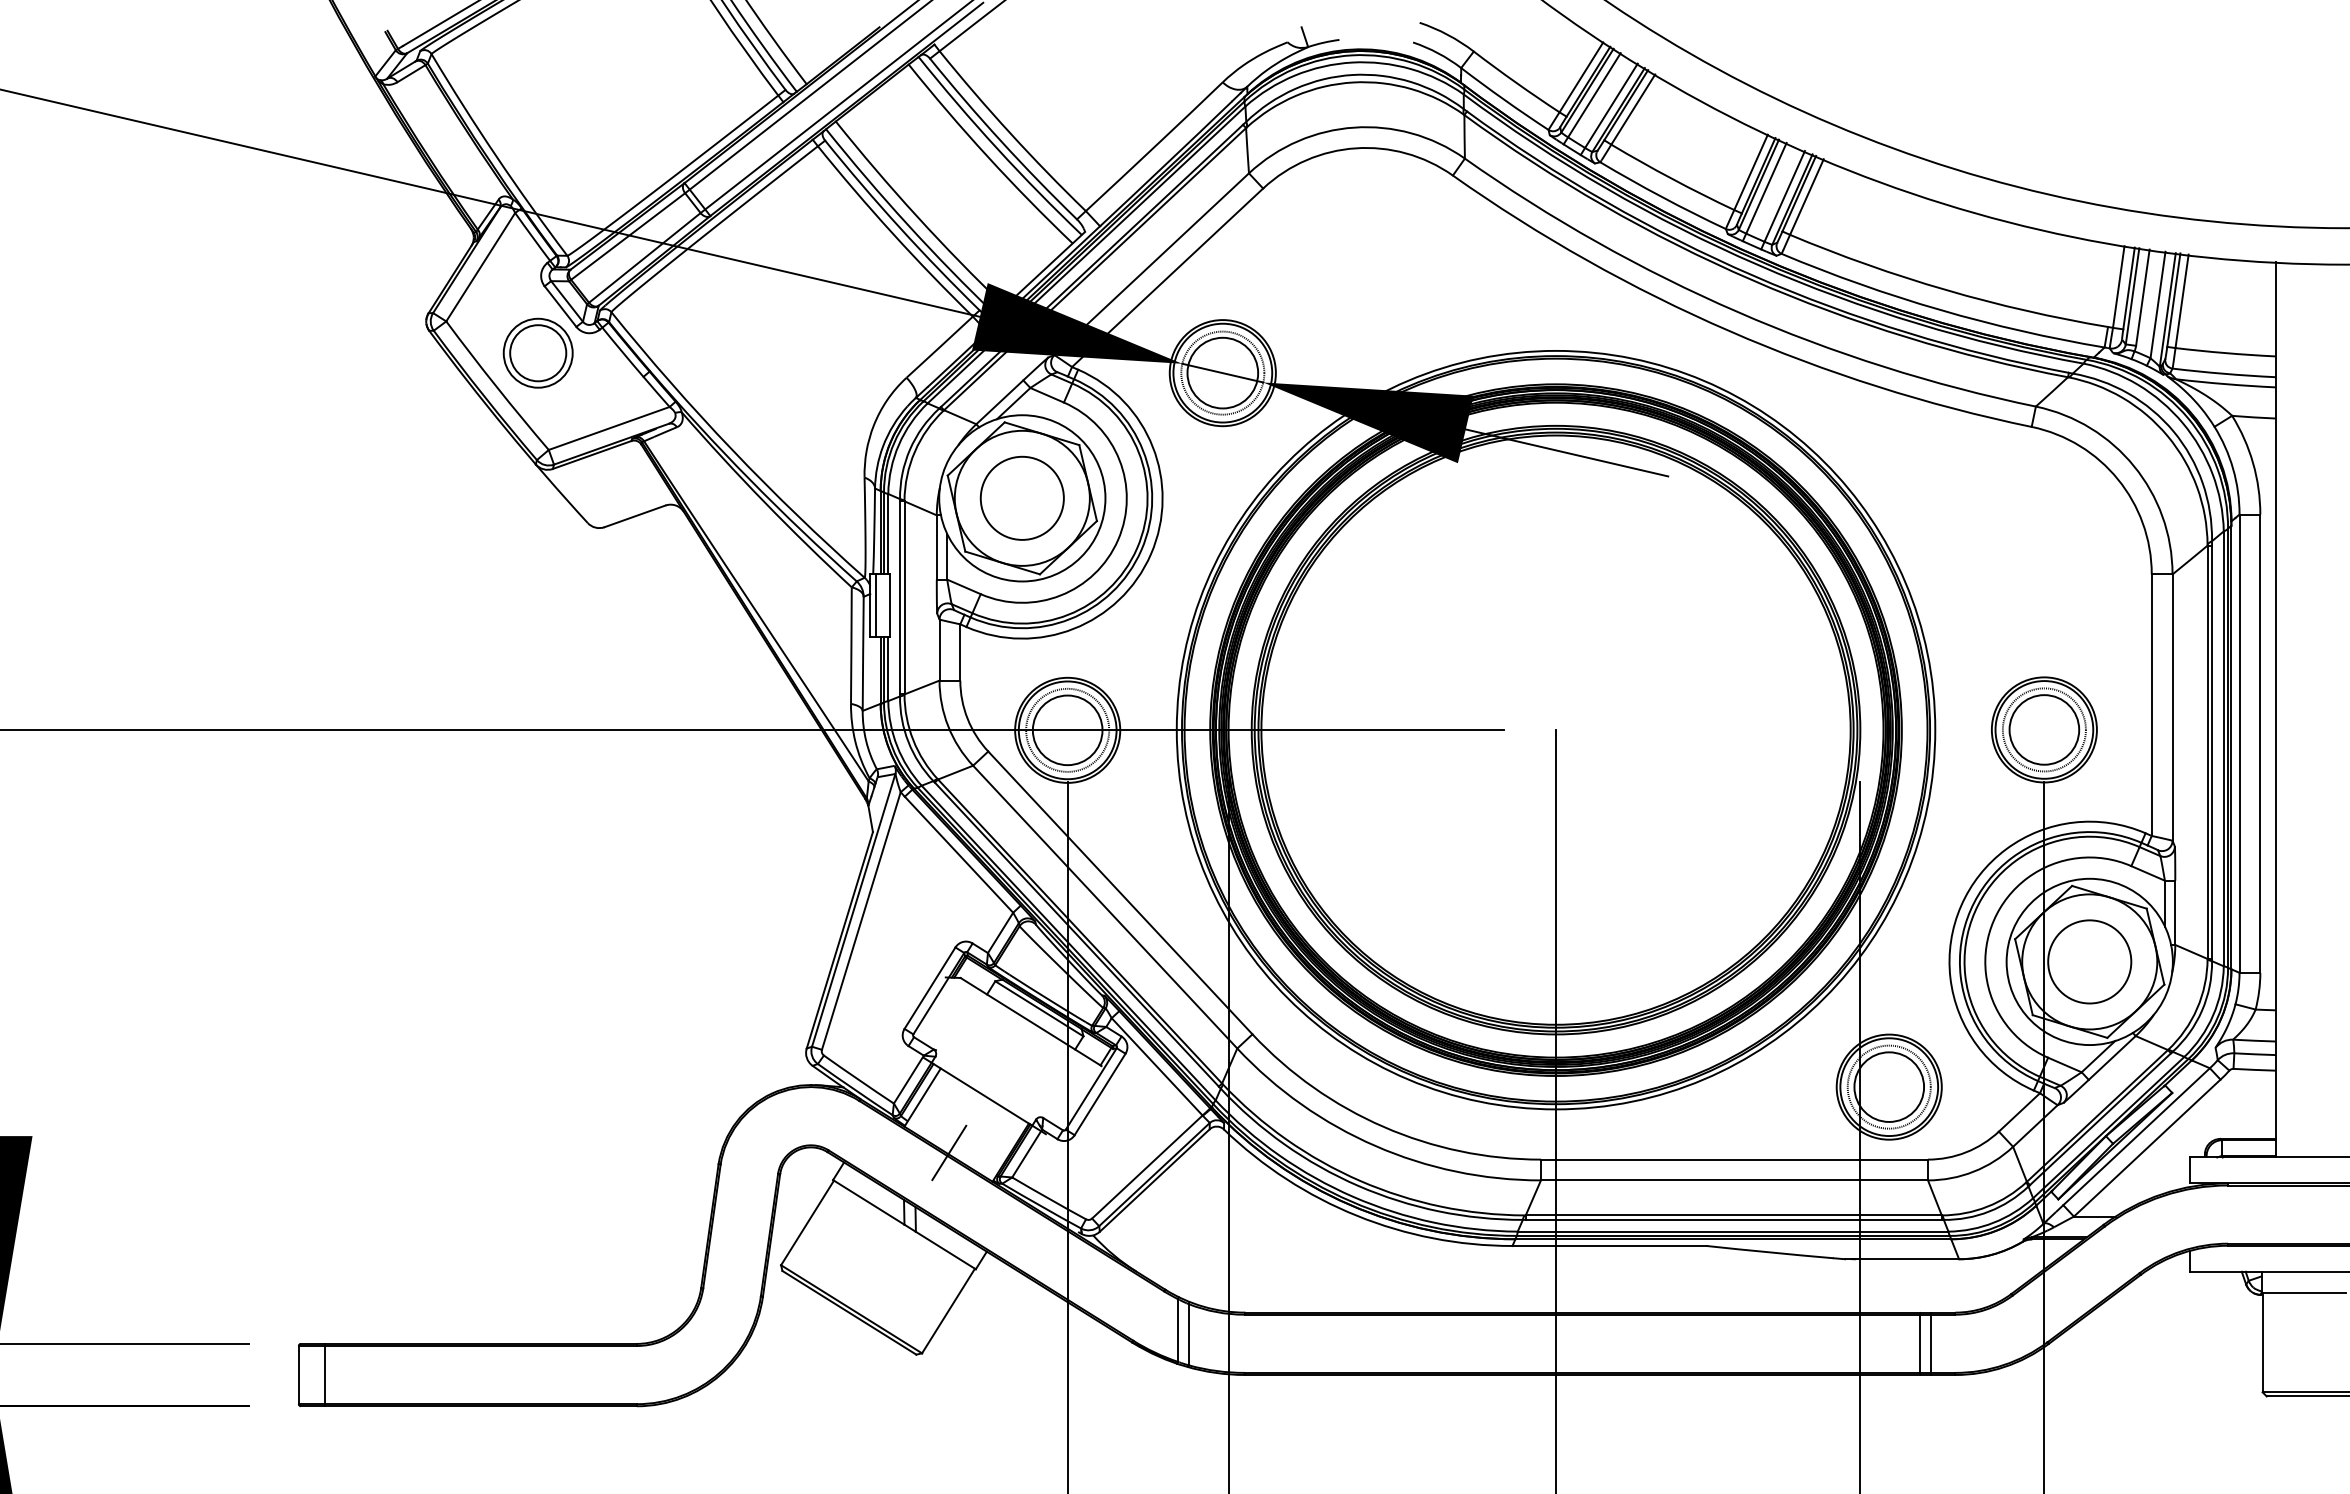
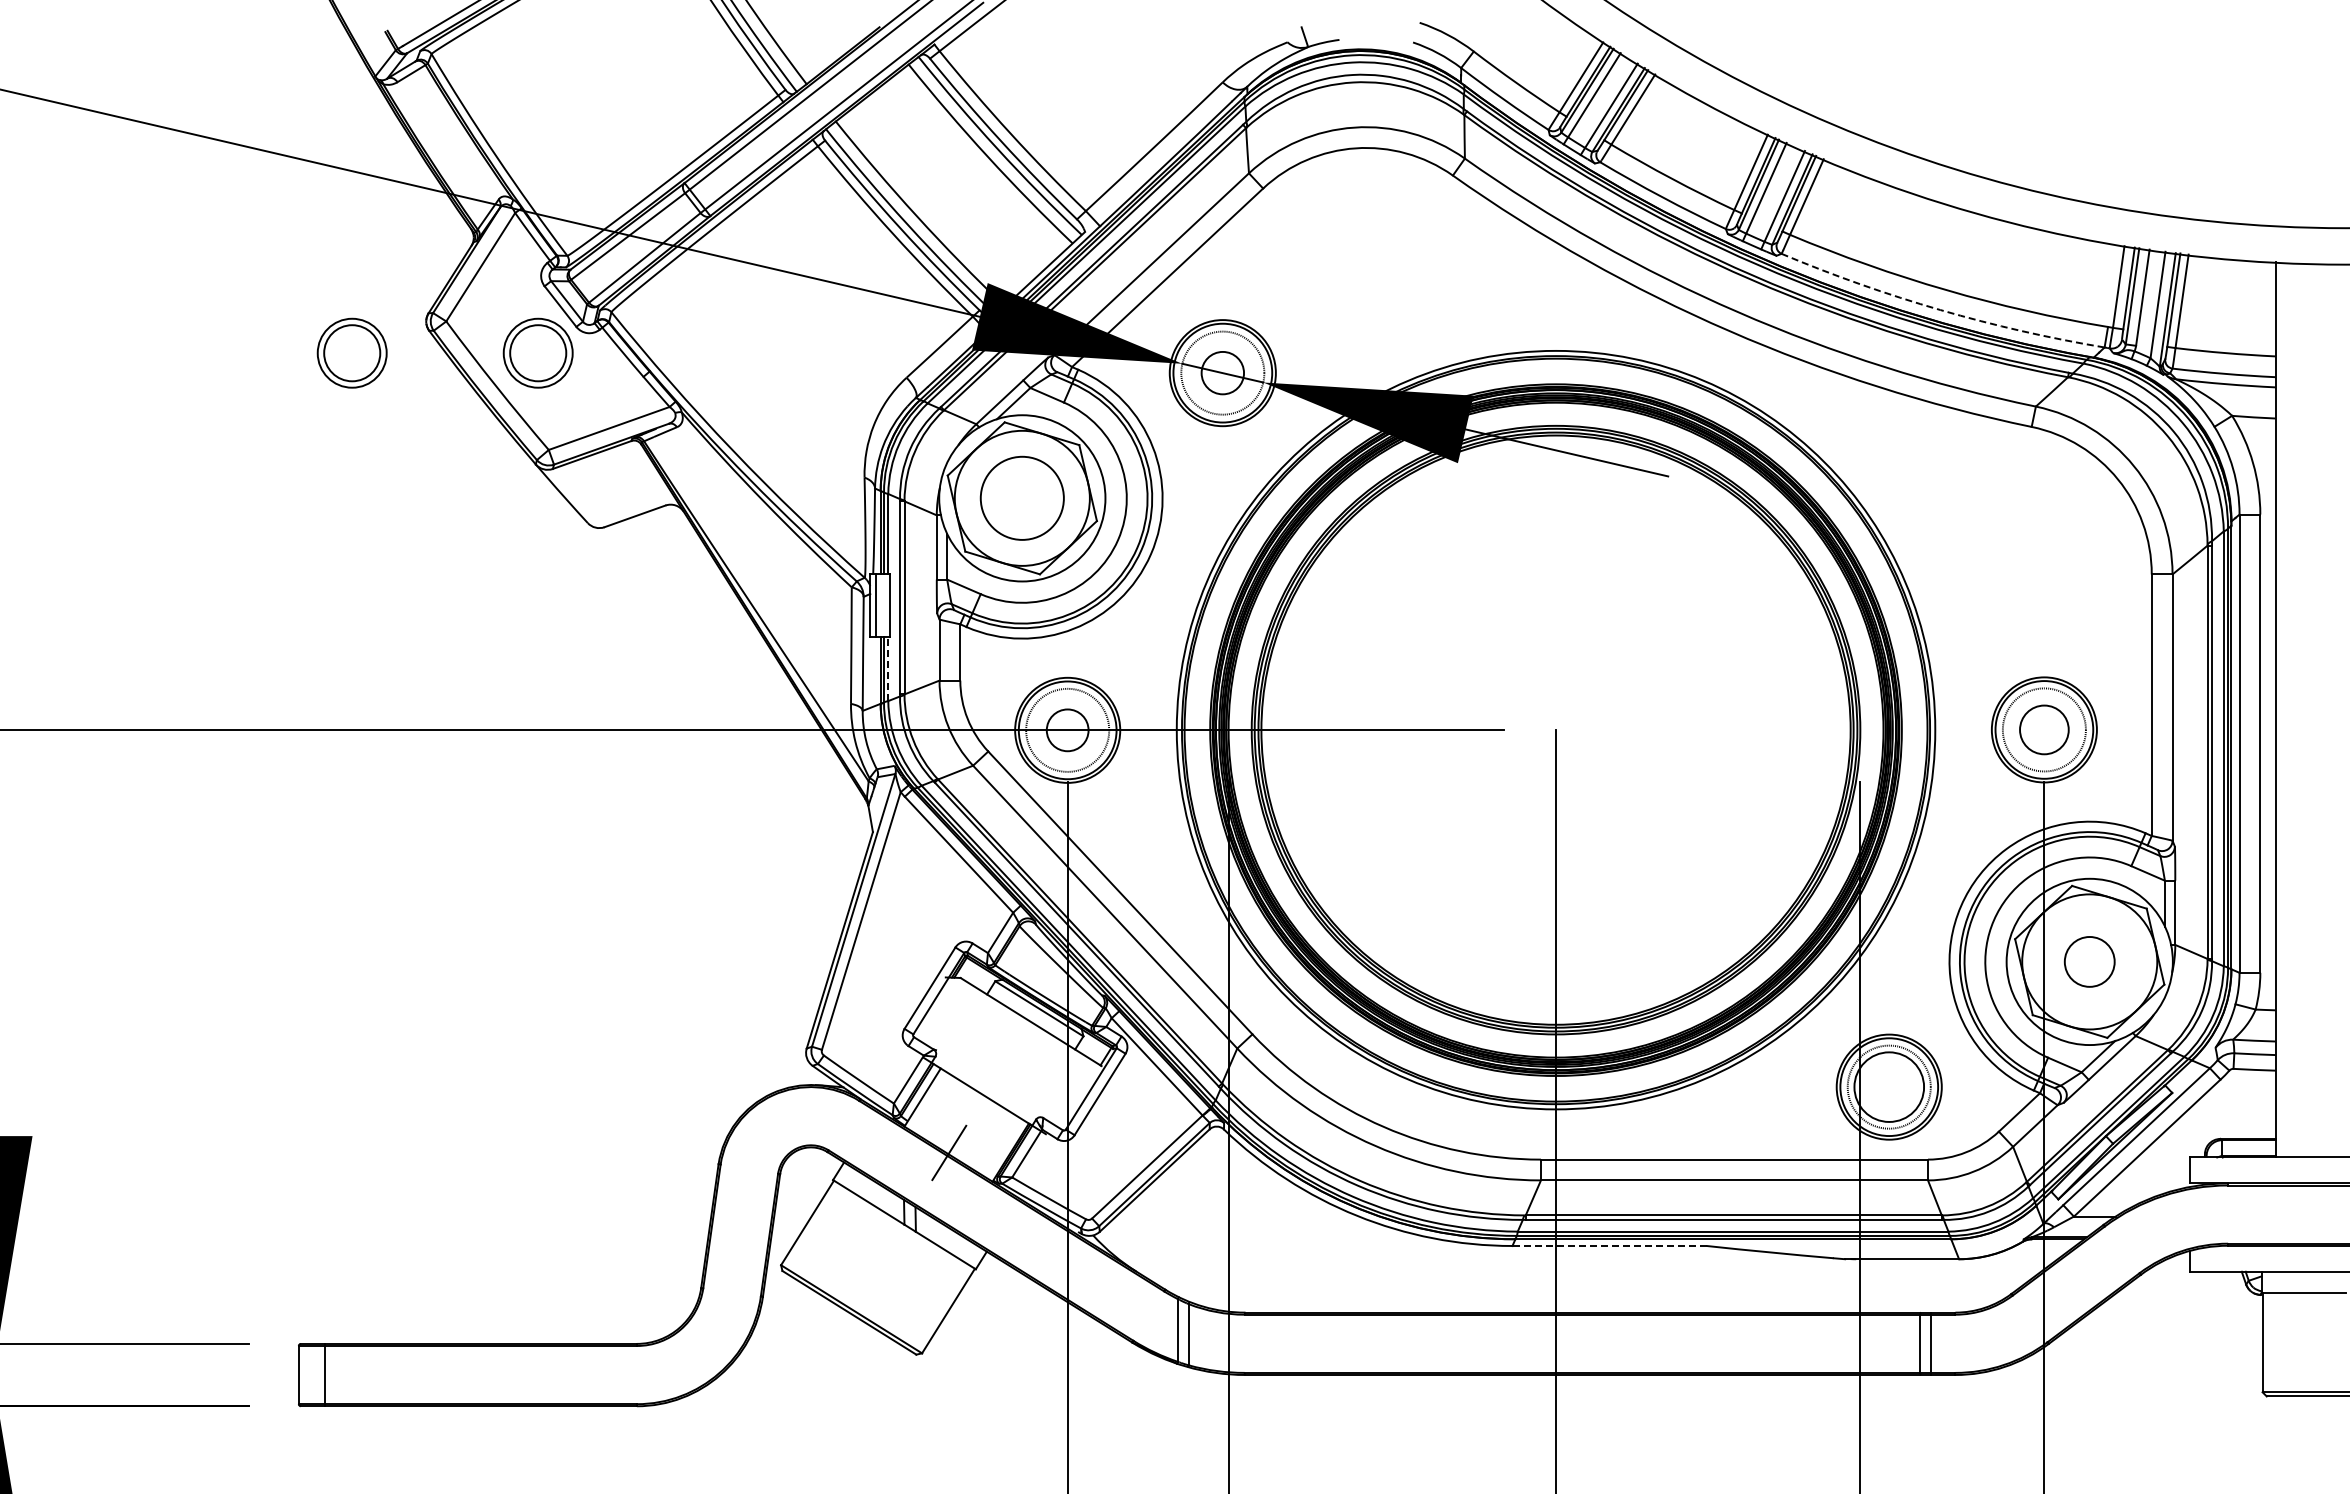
arc at (1940, 310): solid -> dashed
part at (351, 352): none -> present
circle at (1222, 372) diameter: 71 px -> 42 px
line at (888, 668): solid -> dashed
circle at (2044, 729) diameter: 70 px -> 49 px
circle at (1067, 730) diameter: 70 px -> 42 px
circle at (2089, 961) diameter: 83 px -> 50 px
line at (1610, 1245): solid -> dashed
